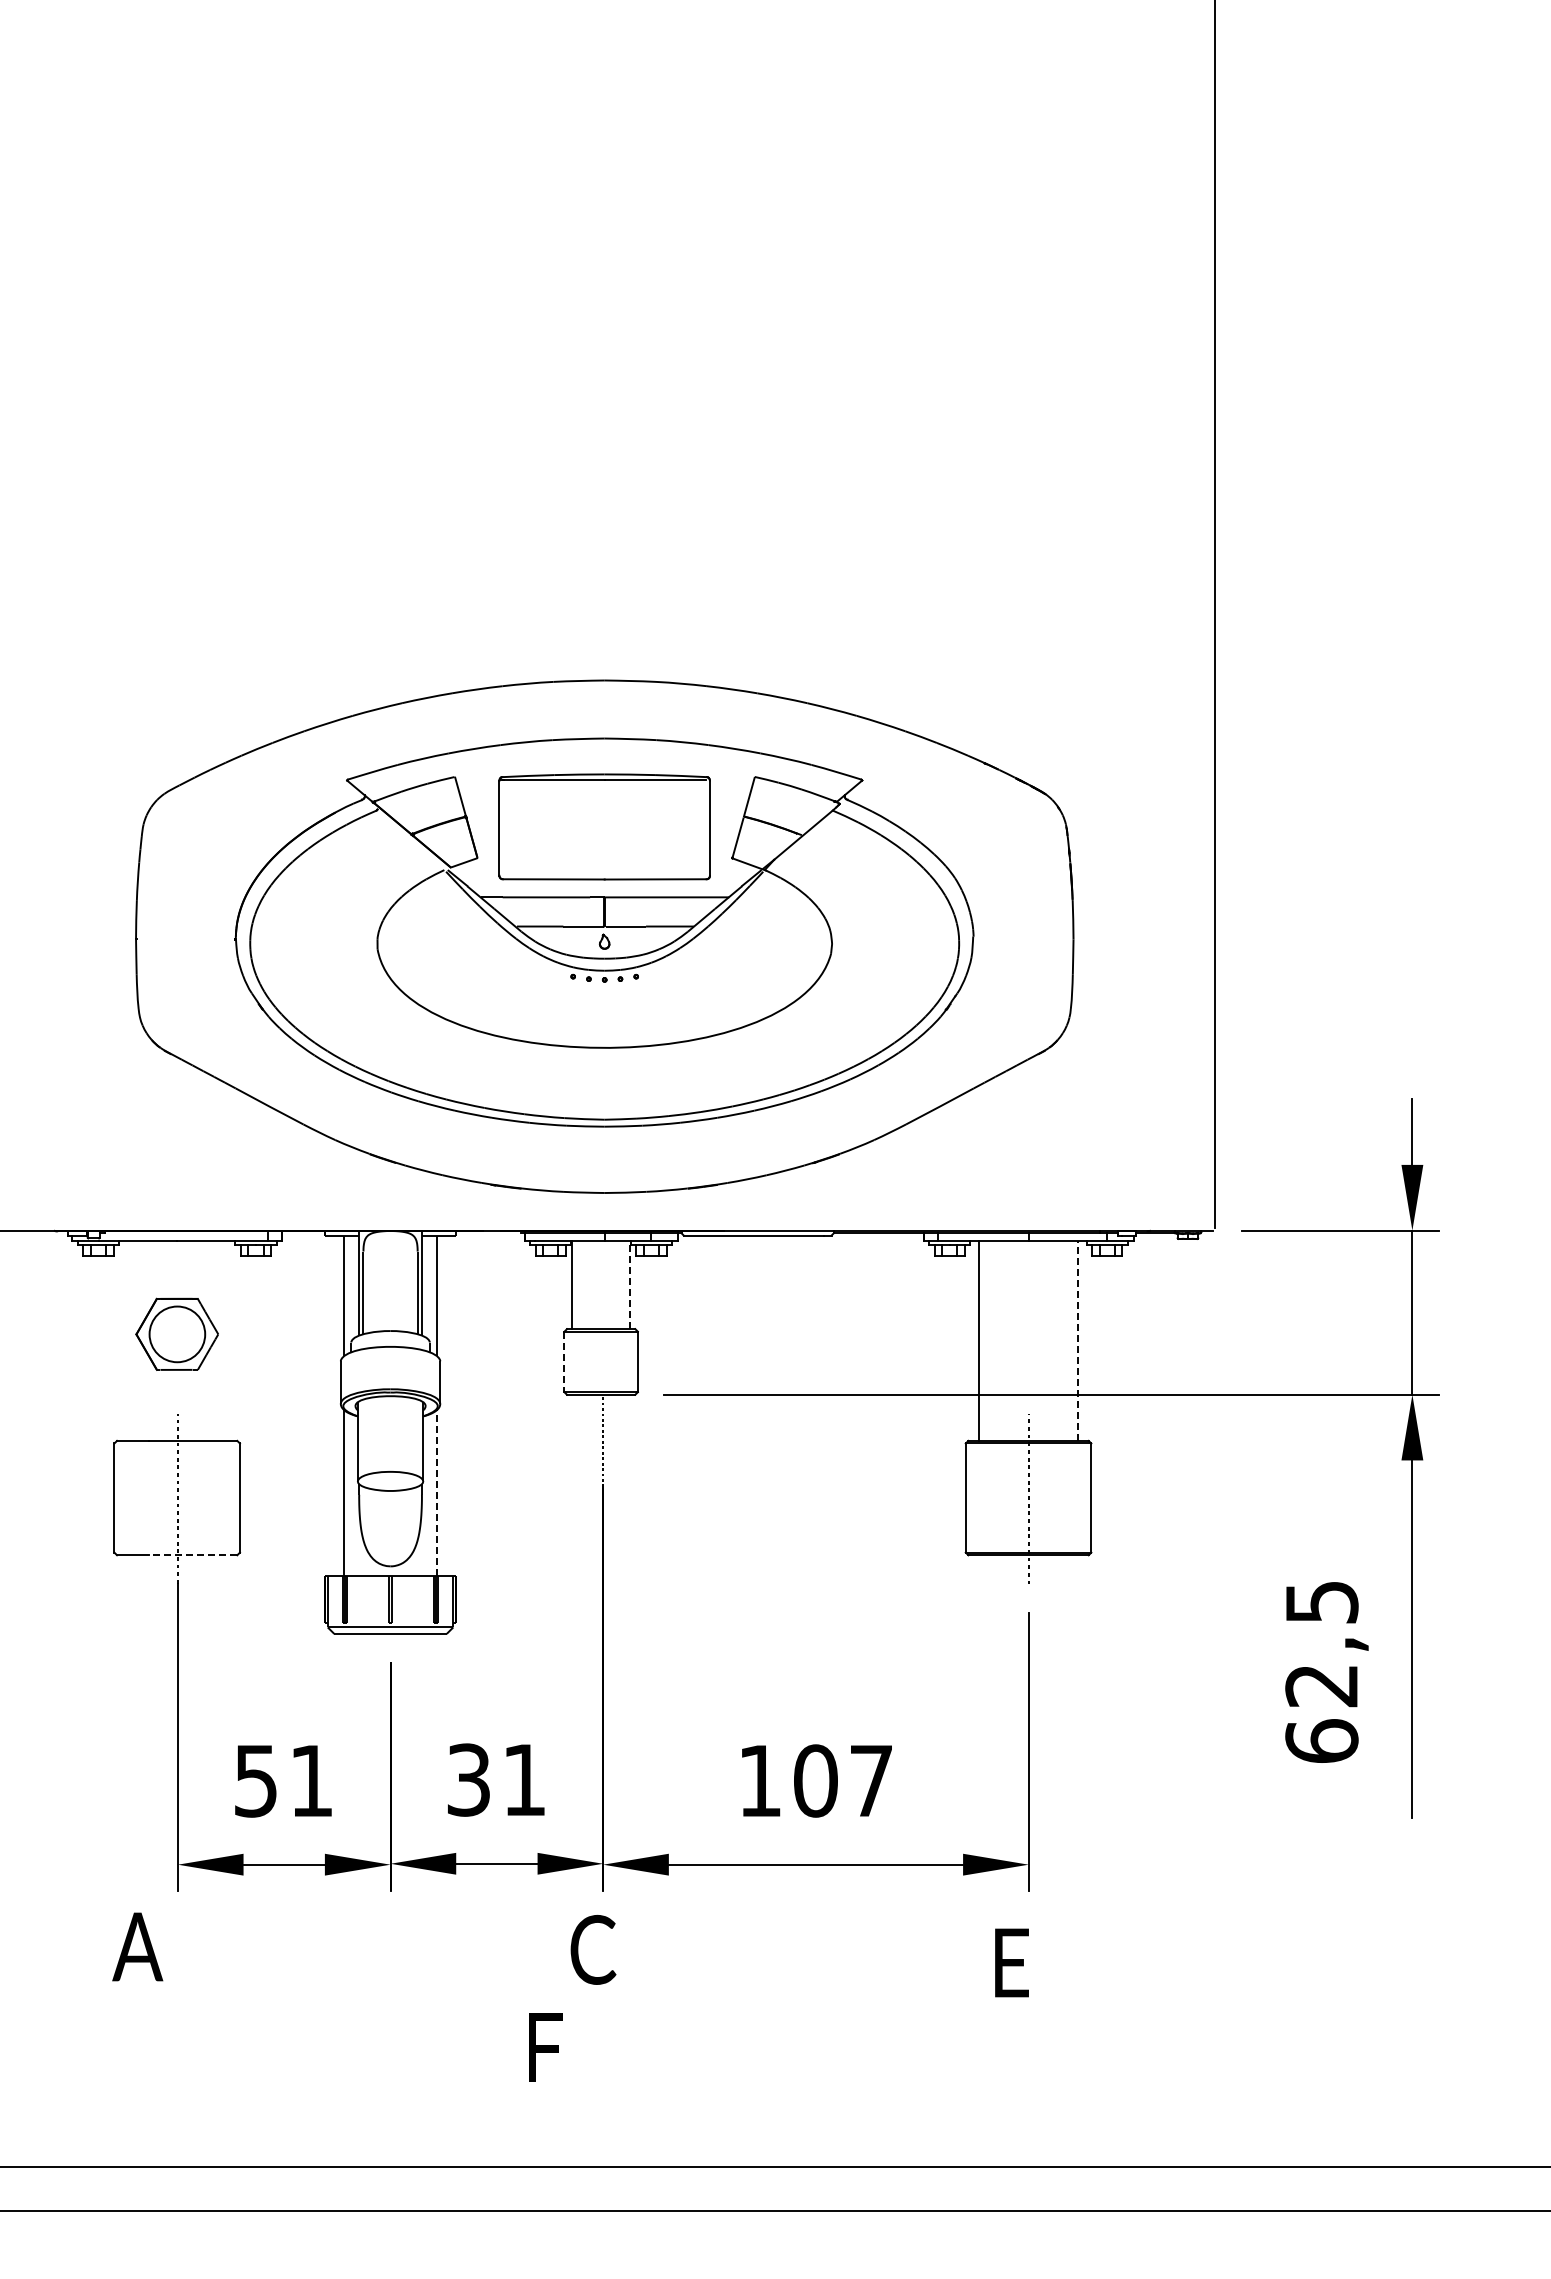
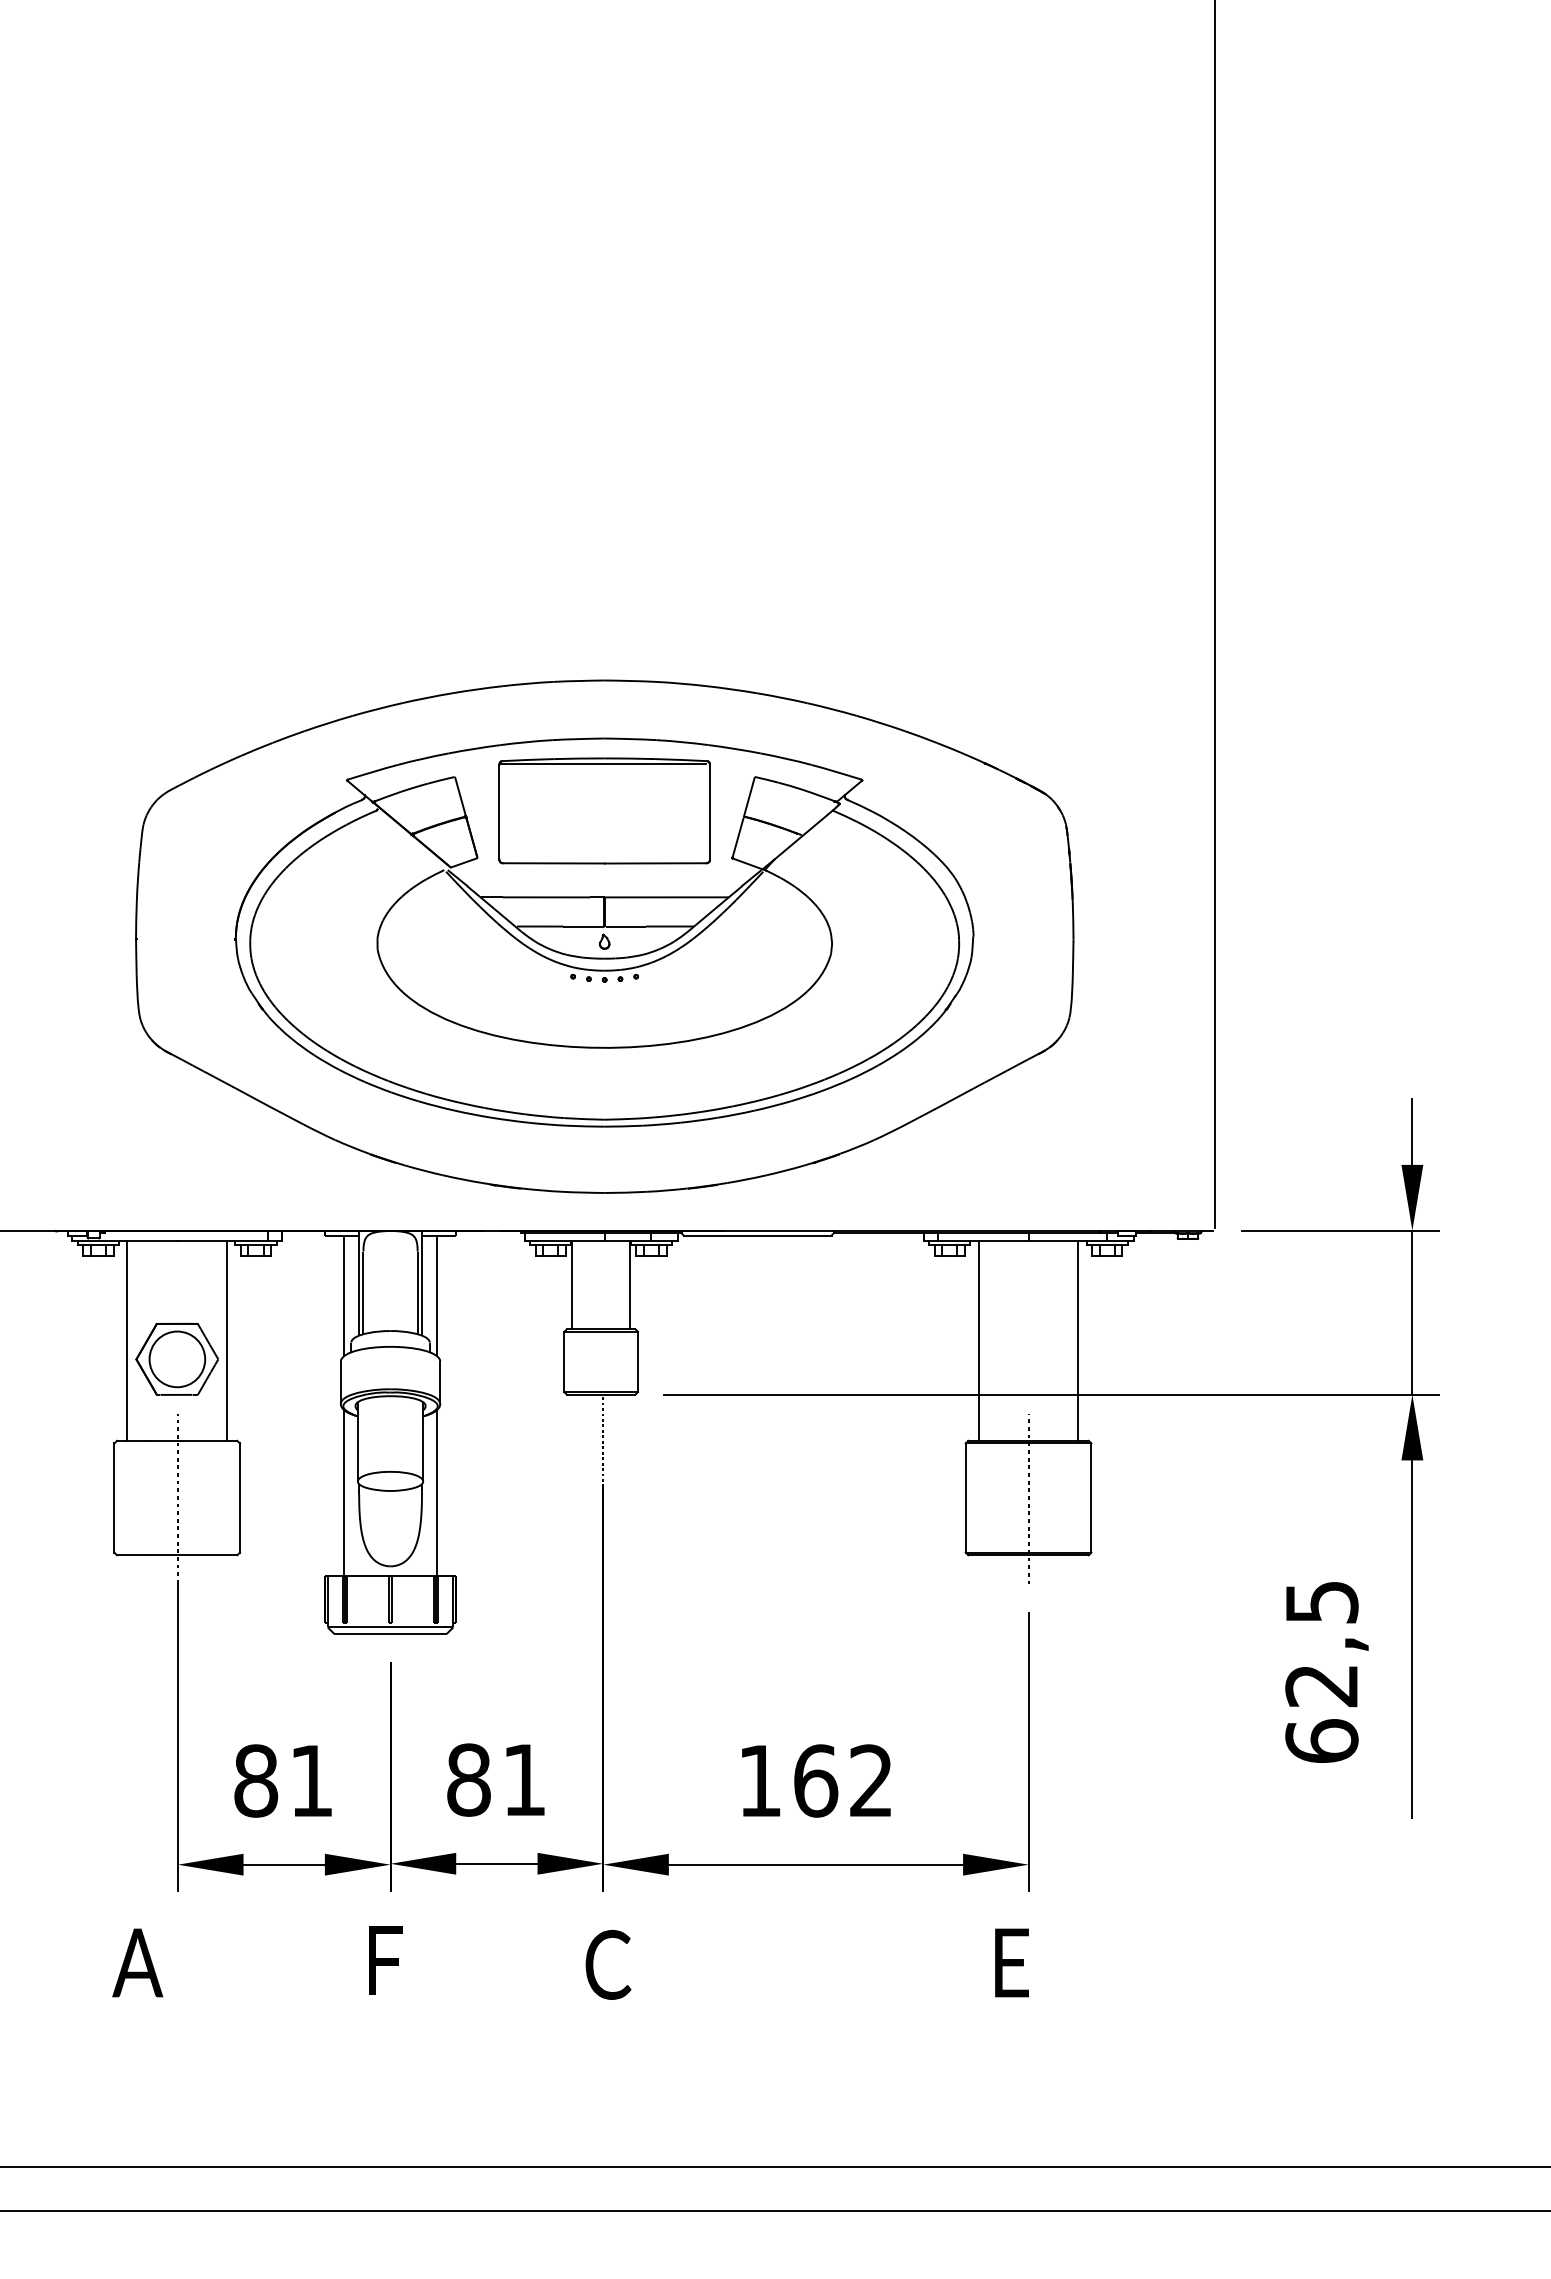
part at (604, 826) position: (604, 826) -> (604, 810)
line at (630, 1285): dashed -> solid
part at (176, 1333) position: (176, 1333) -> (176, 1358)
line at (127, 1340): none -> present
line at (227, 1340): none -> present
line at (1078, 1341): dashed -> solid
line at (564, 1362): dashed -> solid
line at (437, 1492): dashed -> solid
line at (193, 1555): dashed -> solid
text at (468, 1779): 31 -> 81
text at (256, 1780): 51 -> 81
text at (842, 1780): 107 -> 162
text at (137, 1946) position: (137, 1946) -> (137, 1962)
text at (593, 1949) position: (593, 1949) -> (608, 1964)
text at (545, 2047) position: (545, 2047) -> (385, 1960)
